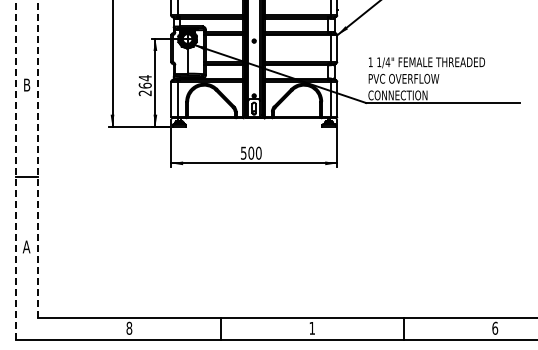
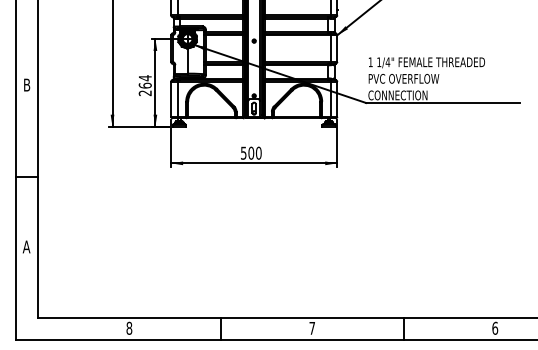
line at (38, 158): dashed -> solid
line at (16, 169): dashed -> solid
text at (311, 328): 1 -> 7
